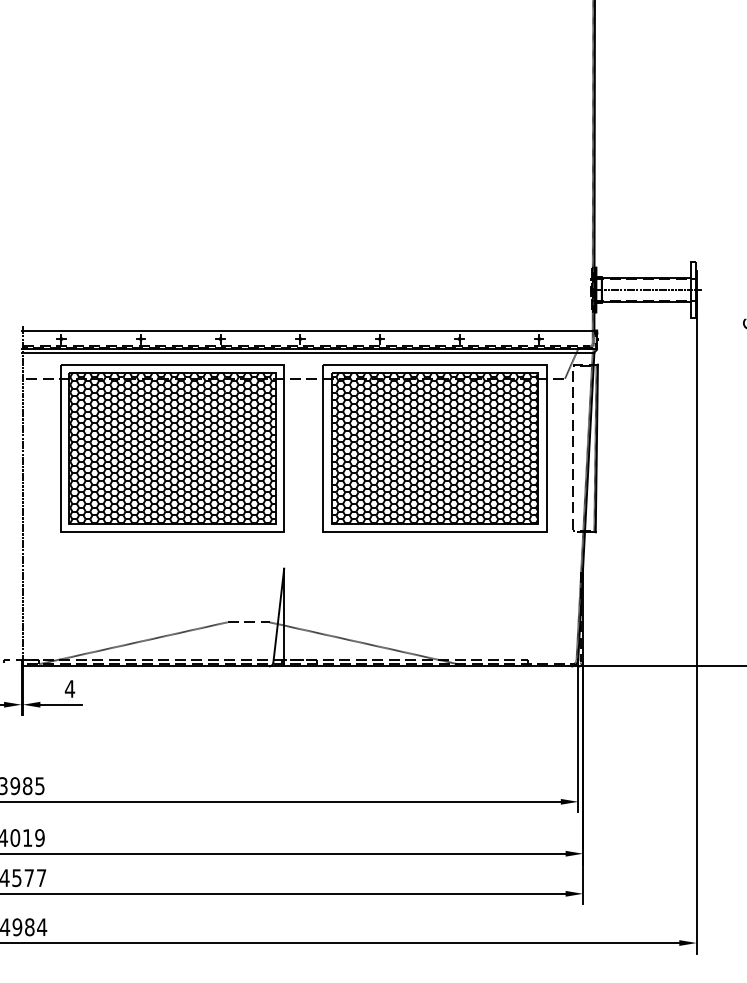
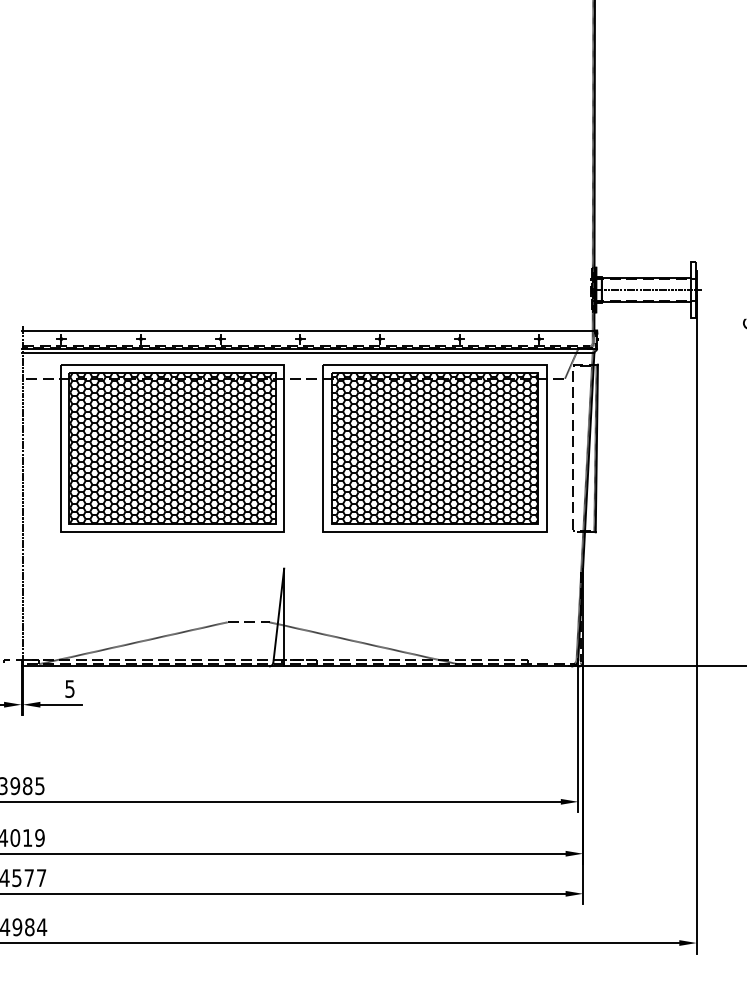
text at (69, 688): 4 -> 5
